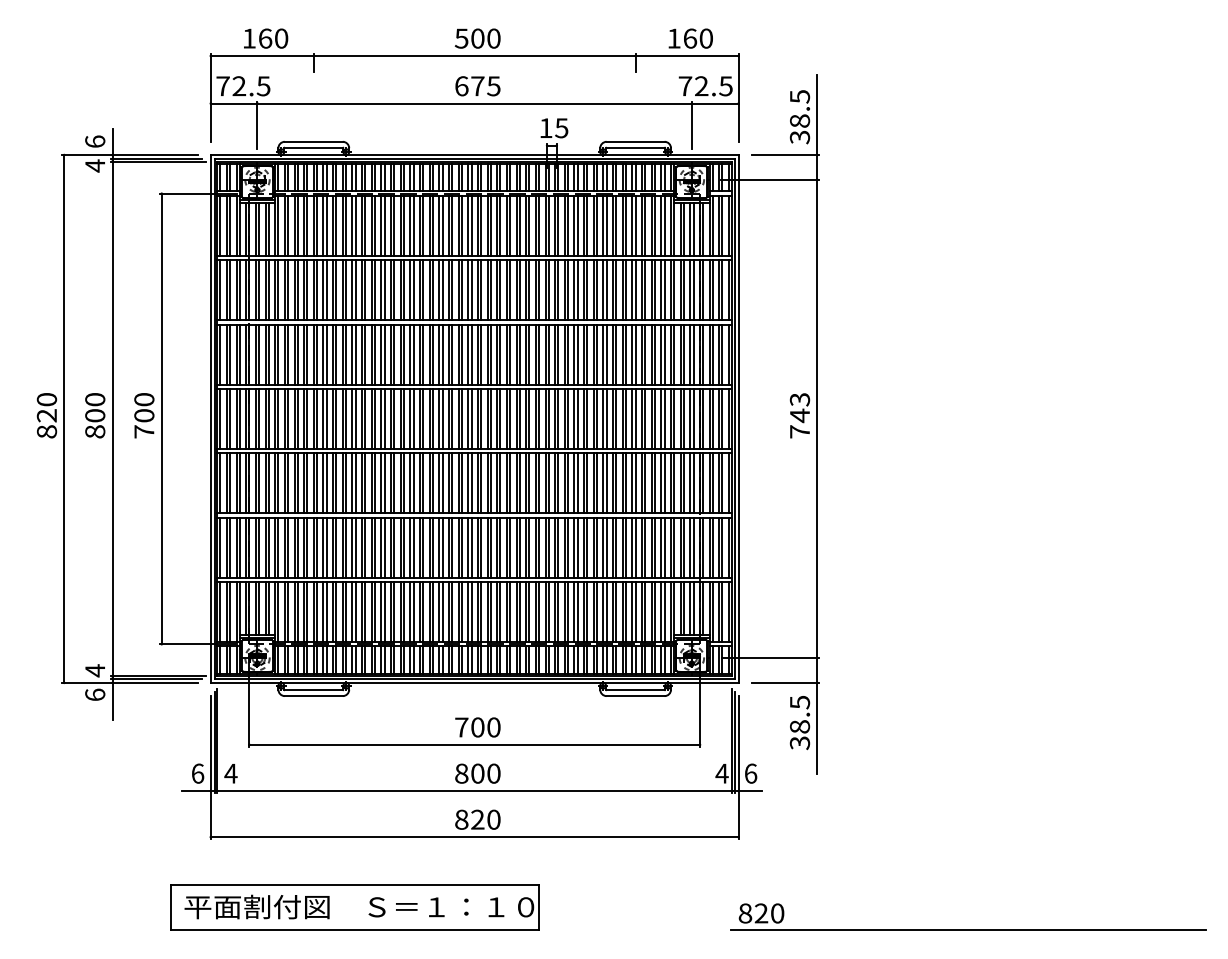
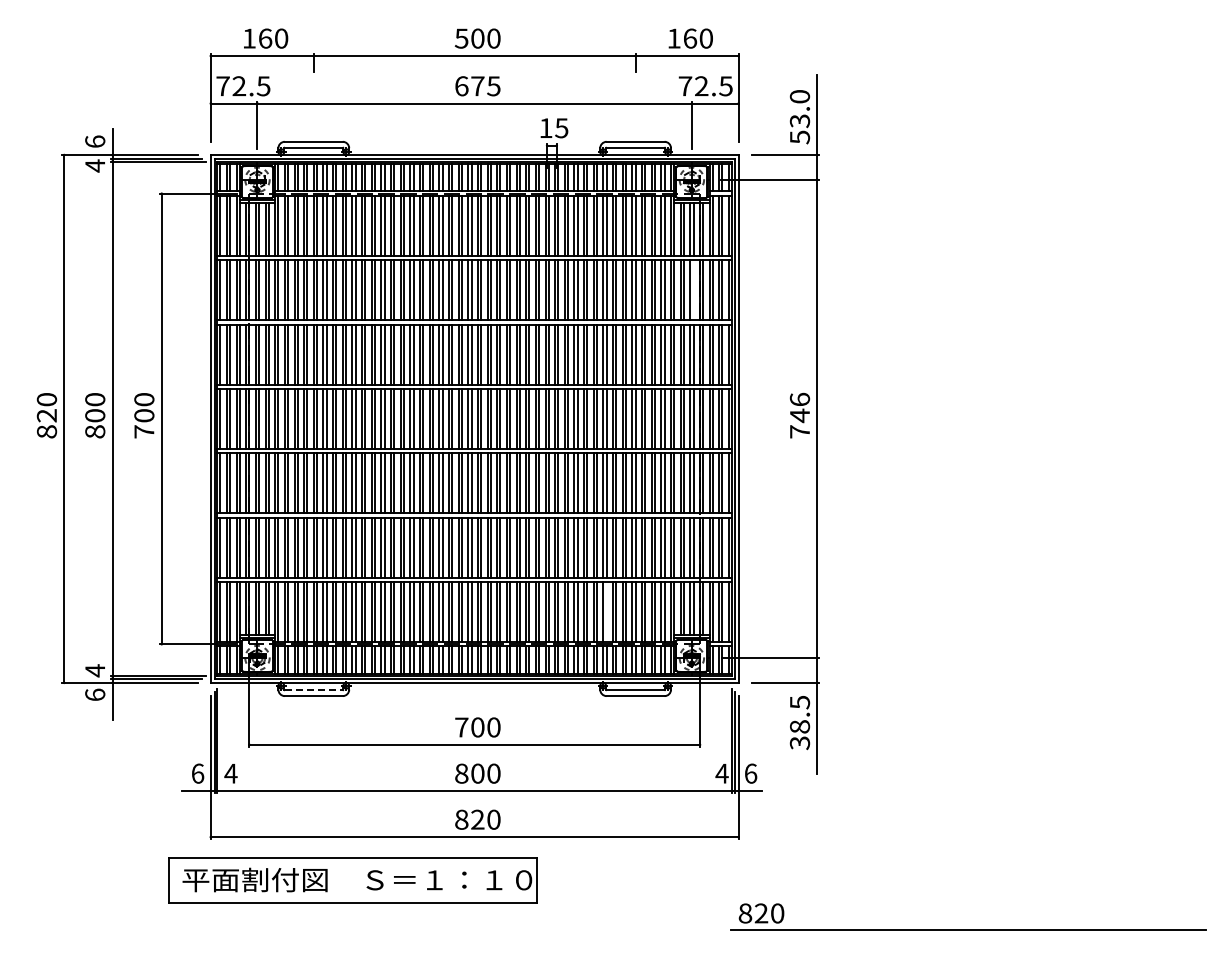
text at (799, 116): 38.5 -> 53.0
line at (693, 290): present -> none
text at (799, 399): 743 -> 746
line at (606, 611): present -> none
line at (313, 690): solid -> dashed
part at (354, 907) position: (354, 907) -> (352, 880)
